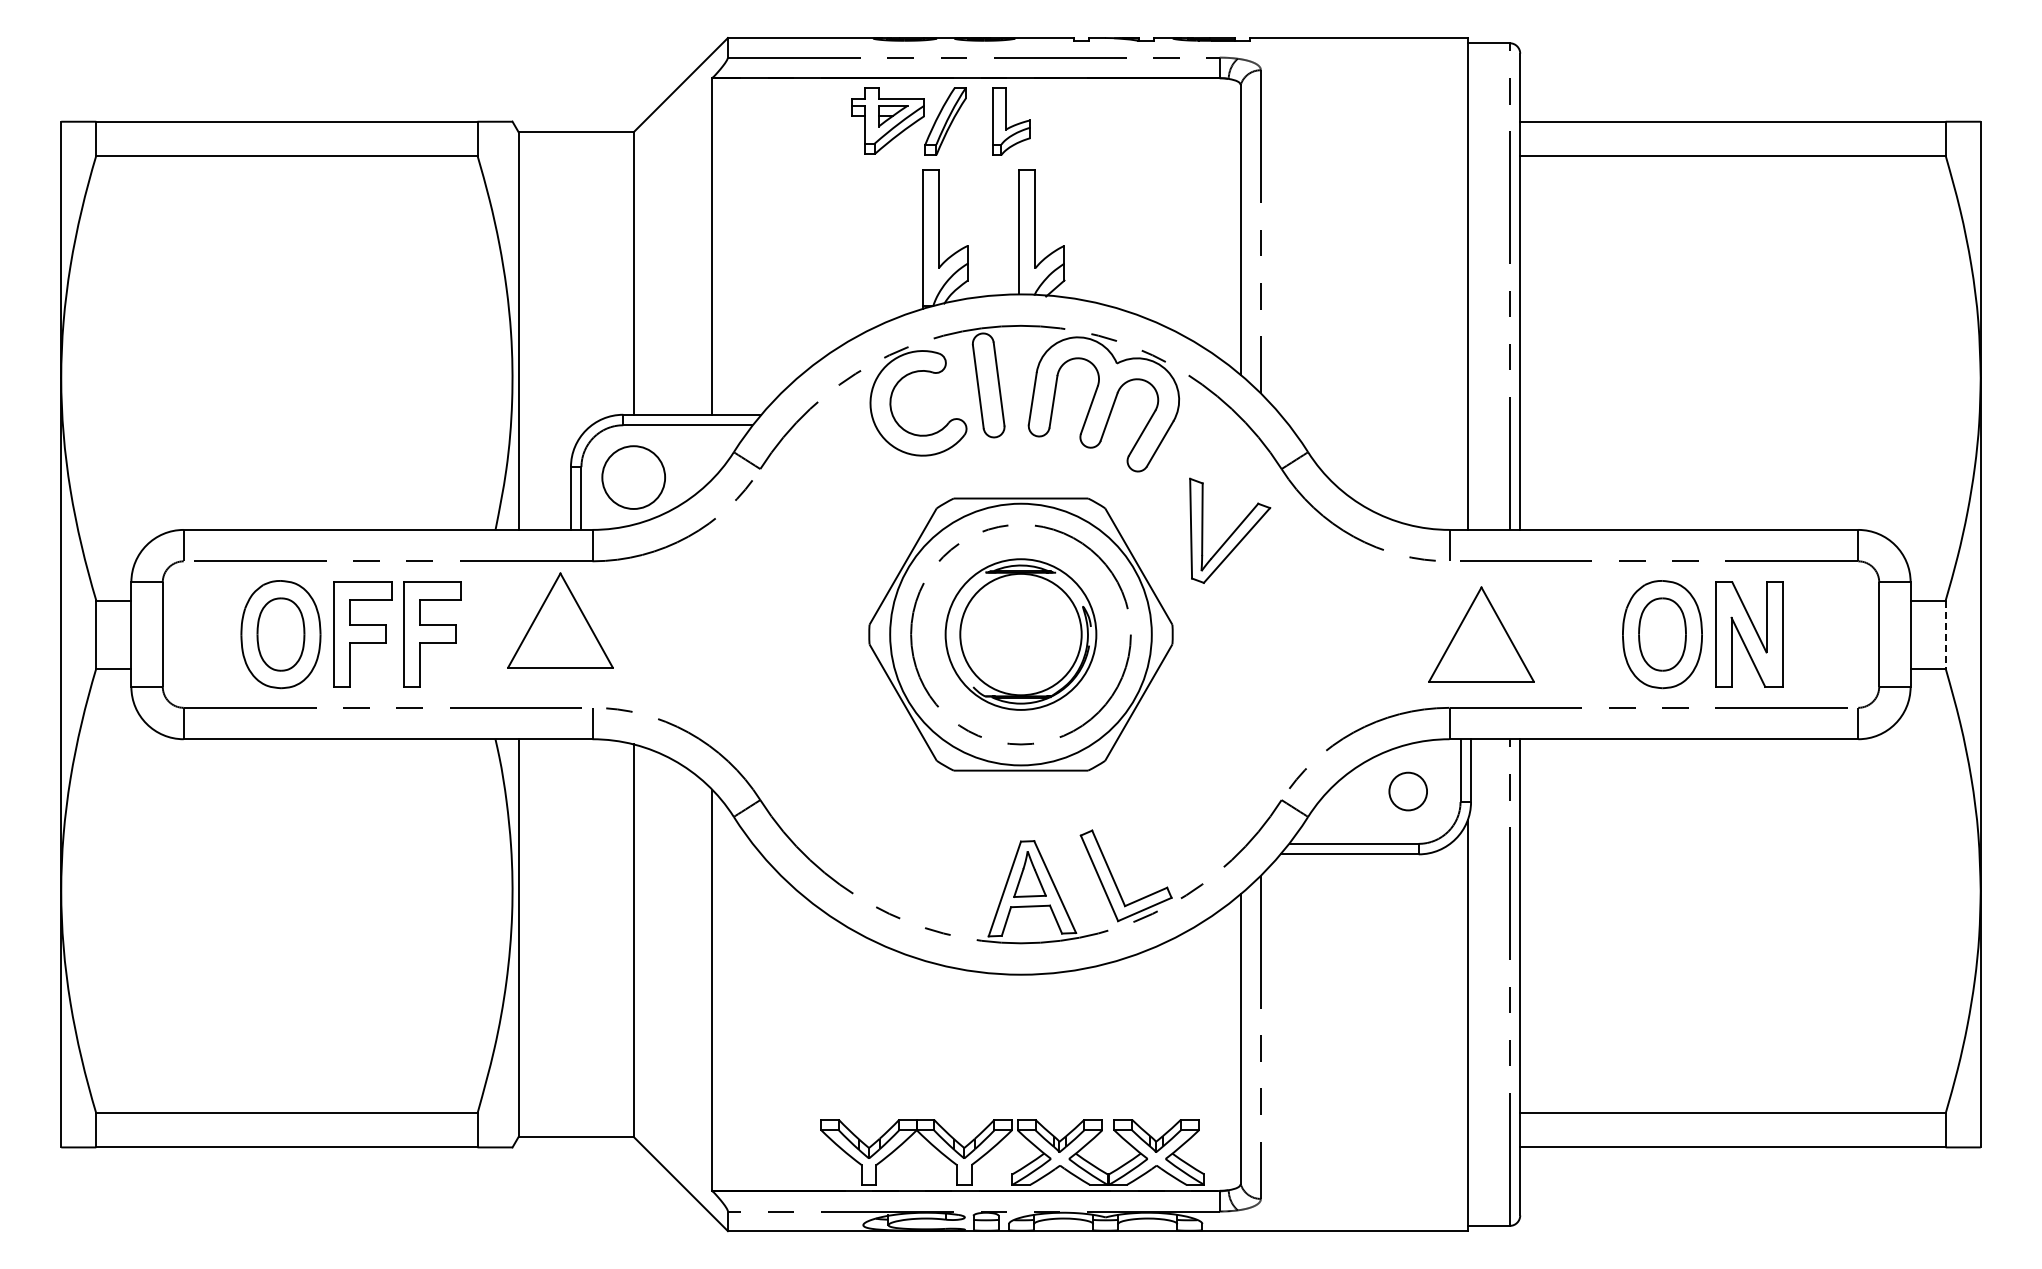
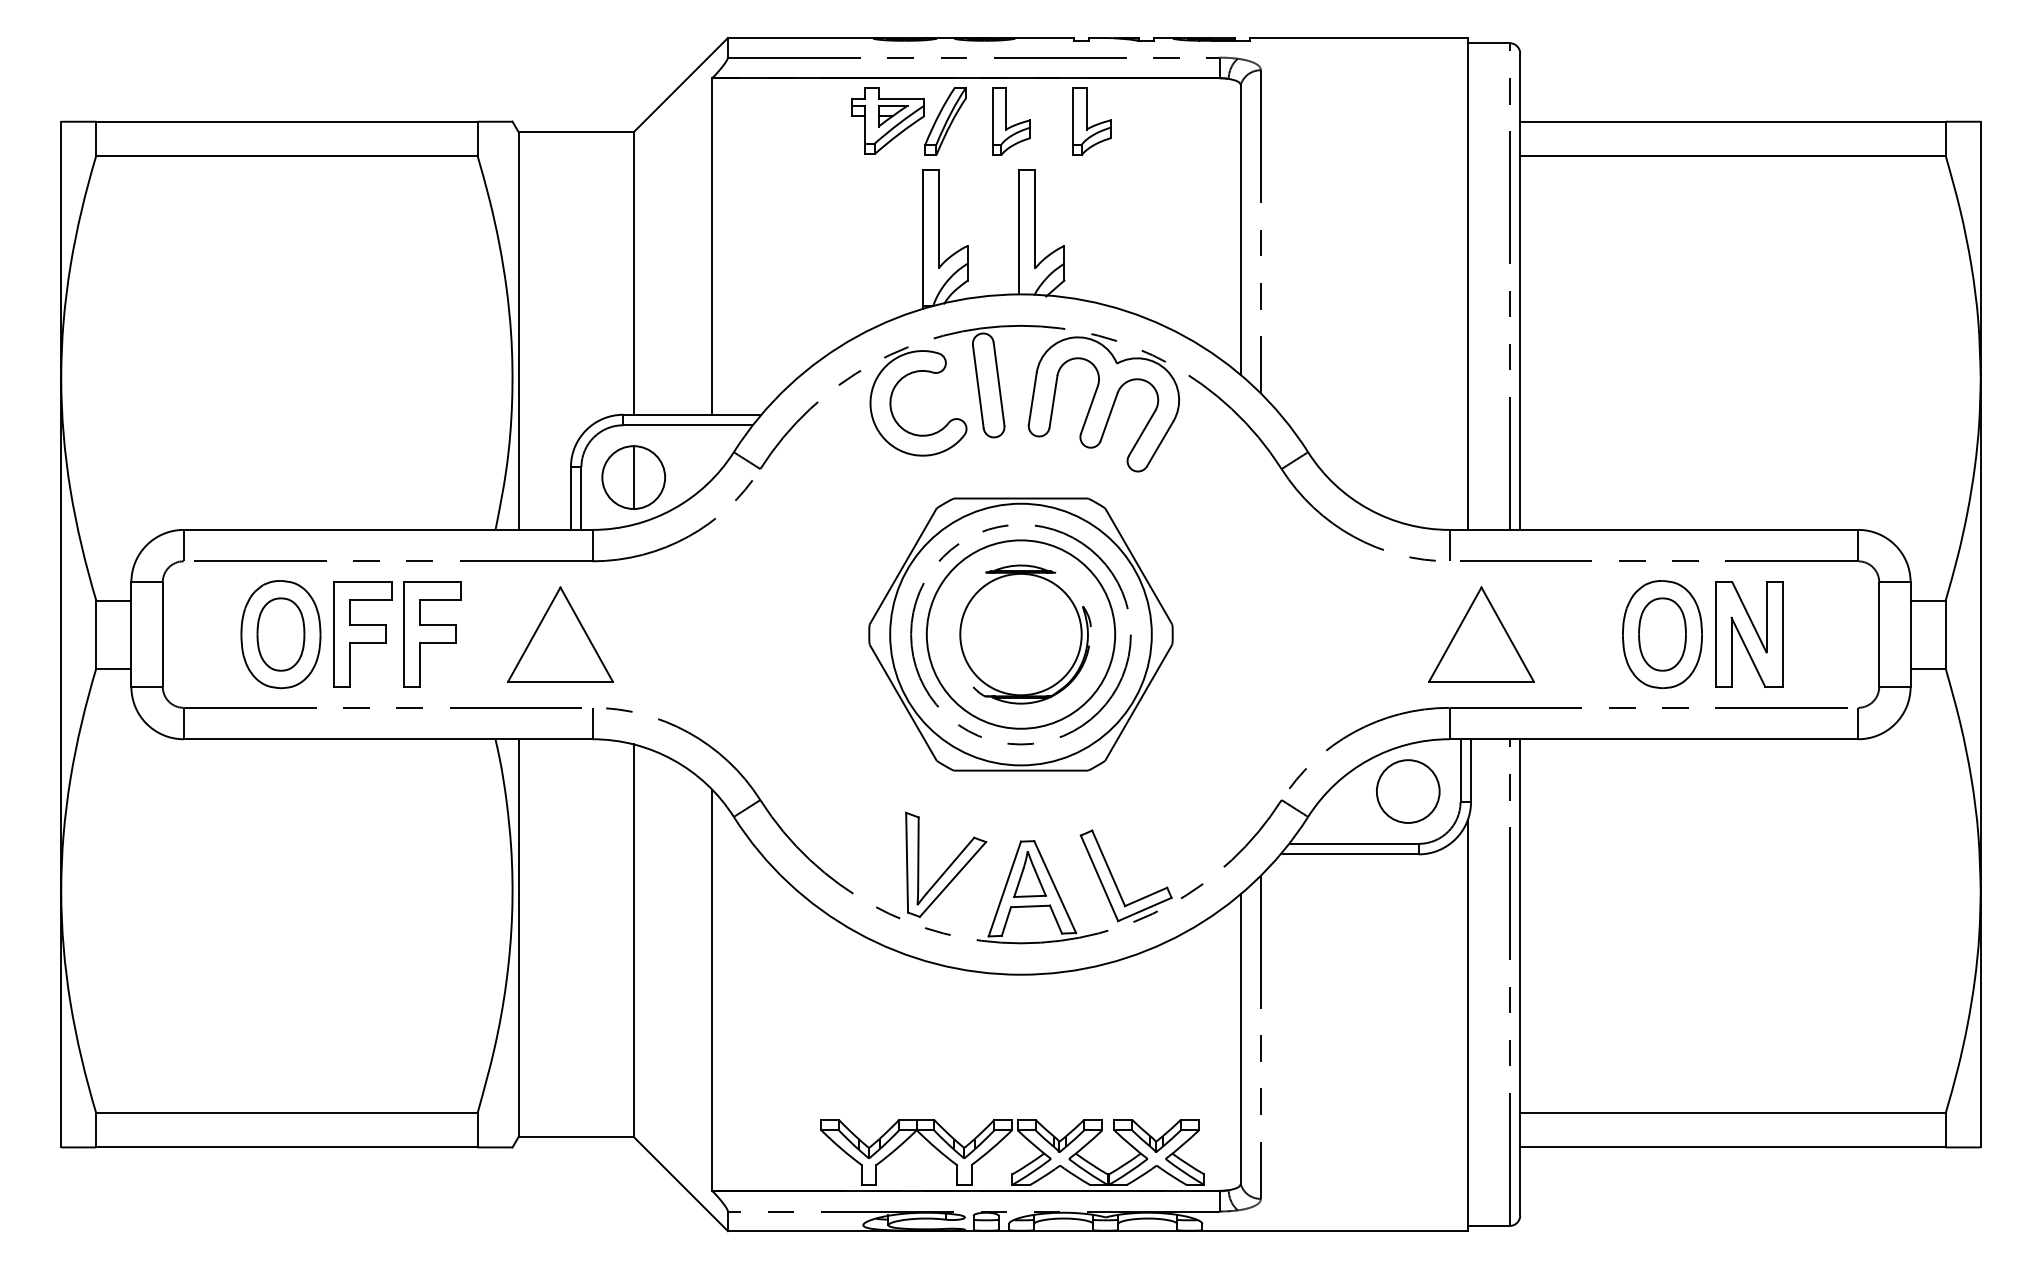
part at (1091, 121): none -> present
line at (633, 477): none -> present
part at (1230, 530) position: (1230, 530) -> (946, 864)
part at (560, 620) position: (560, 620) -> (560, 634)
circle at (1020, 634) diameter: 151 px -> 188 px
line at (1945, 635): dashed -> solid
circle at (1408, 791) diameter: 38 px -> 63 px
